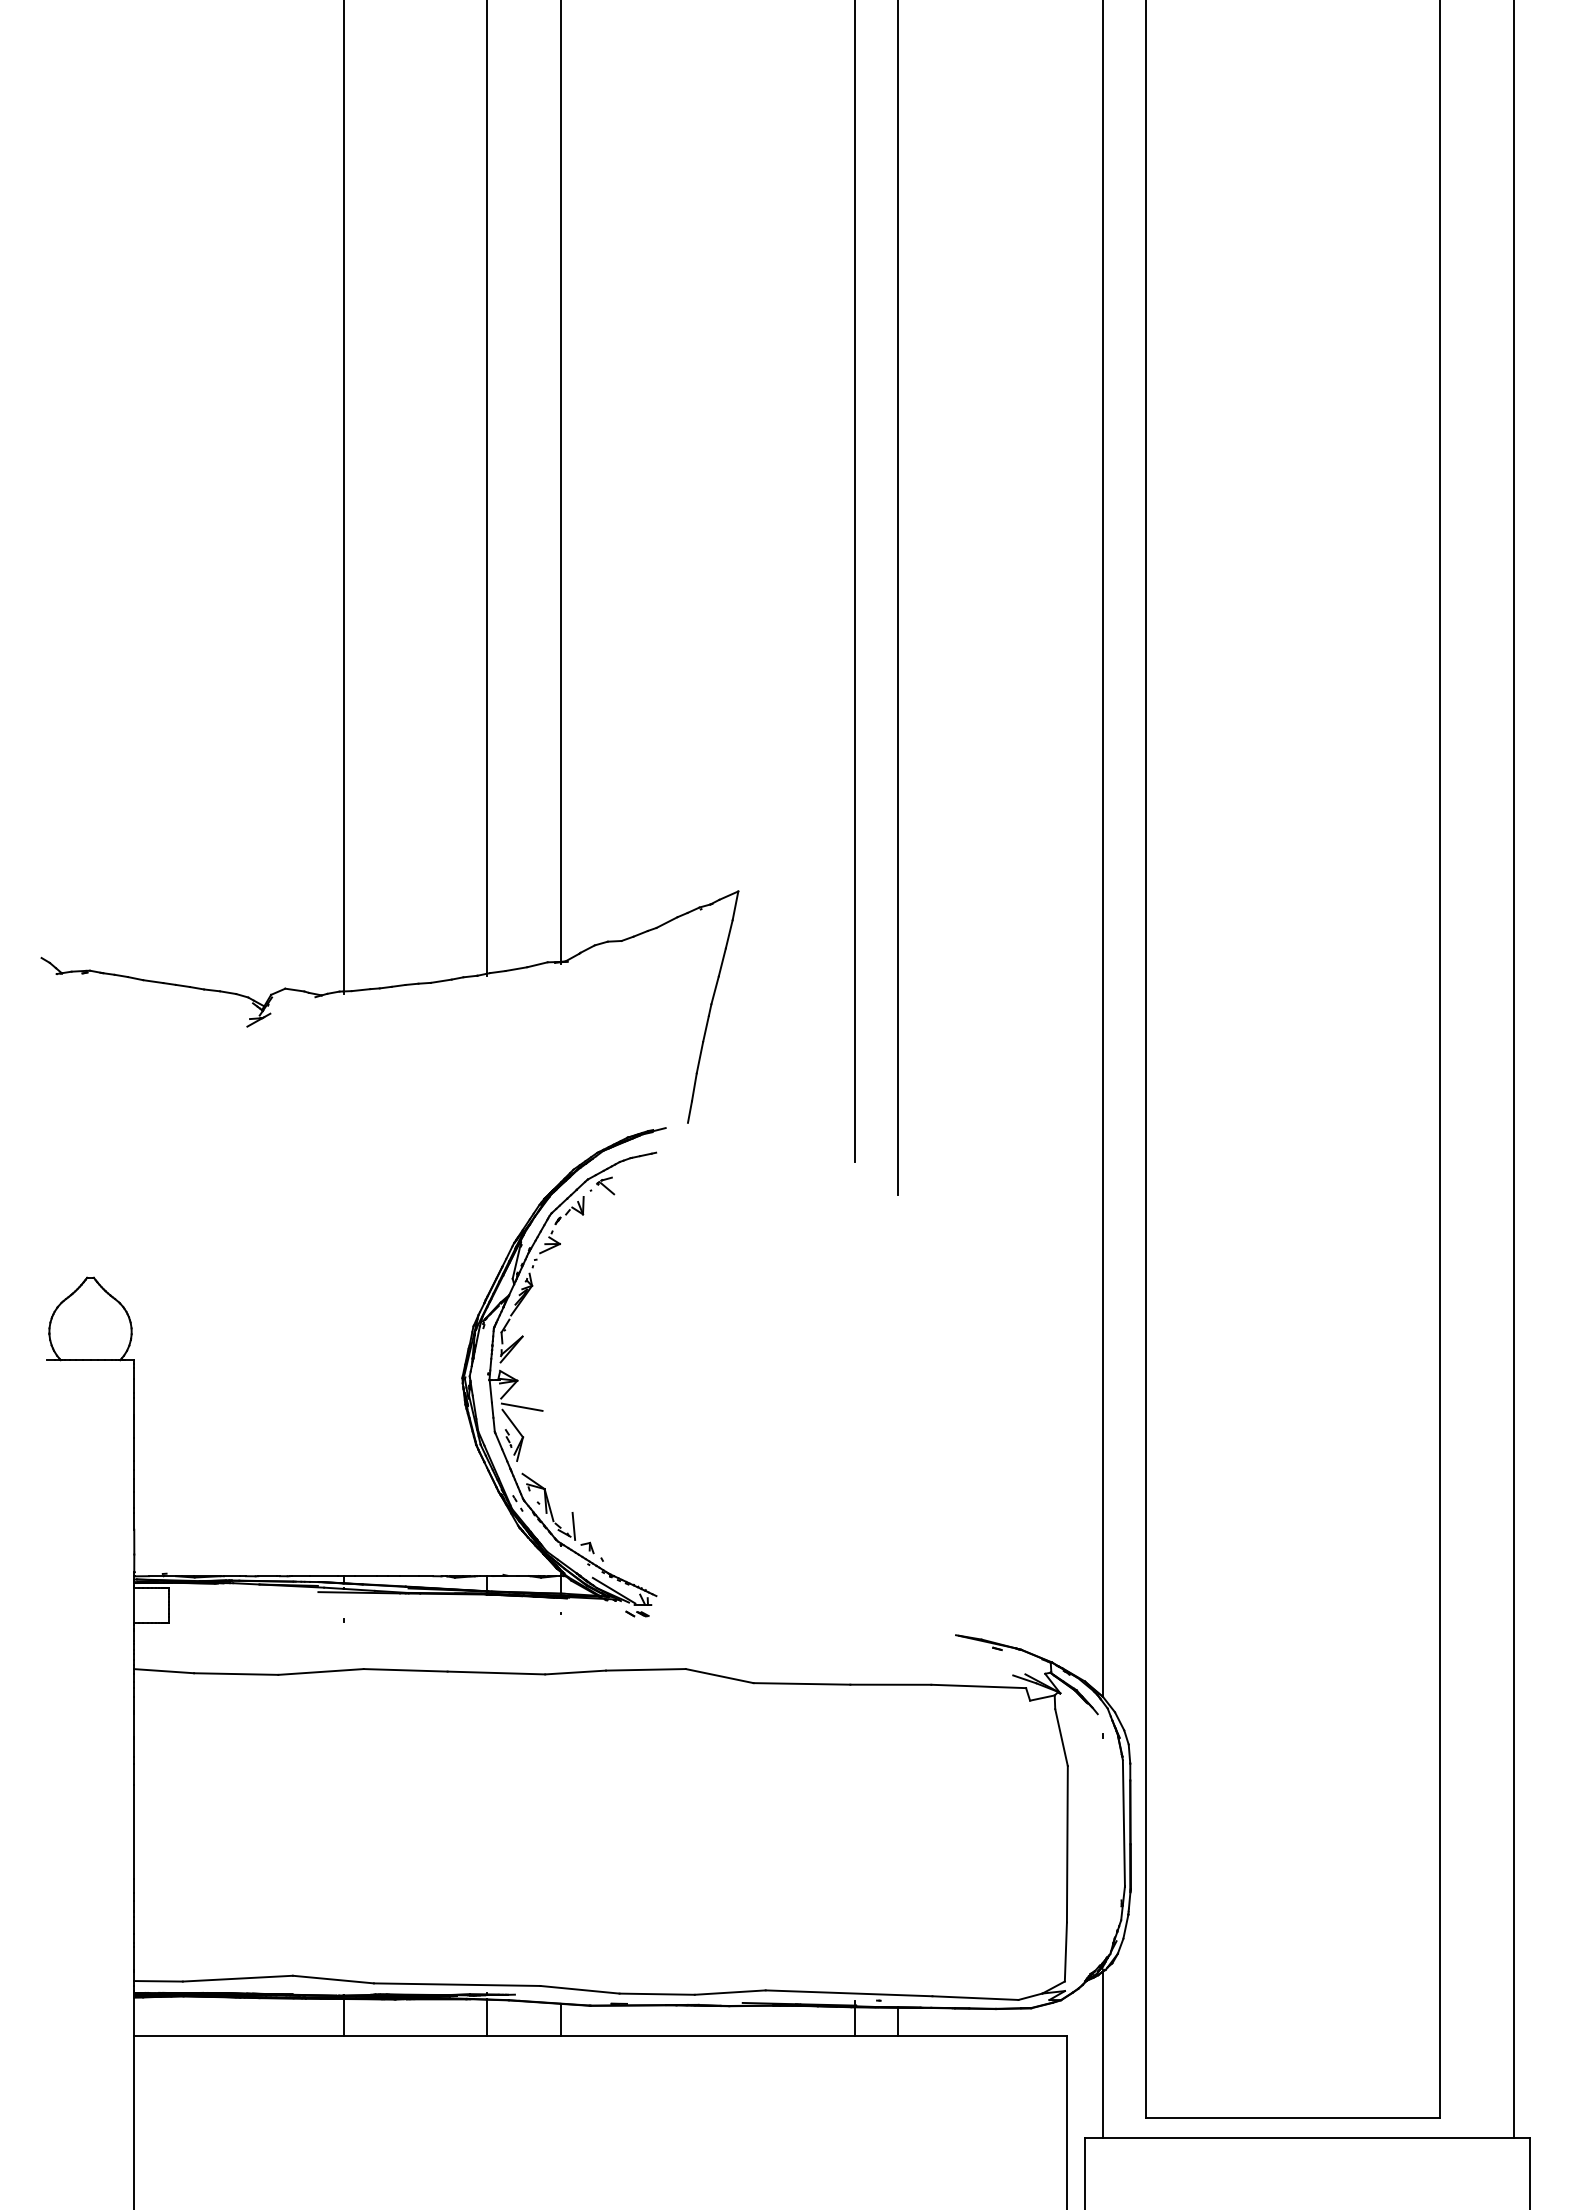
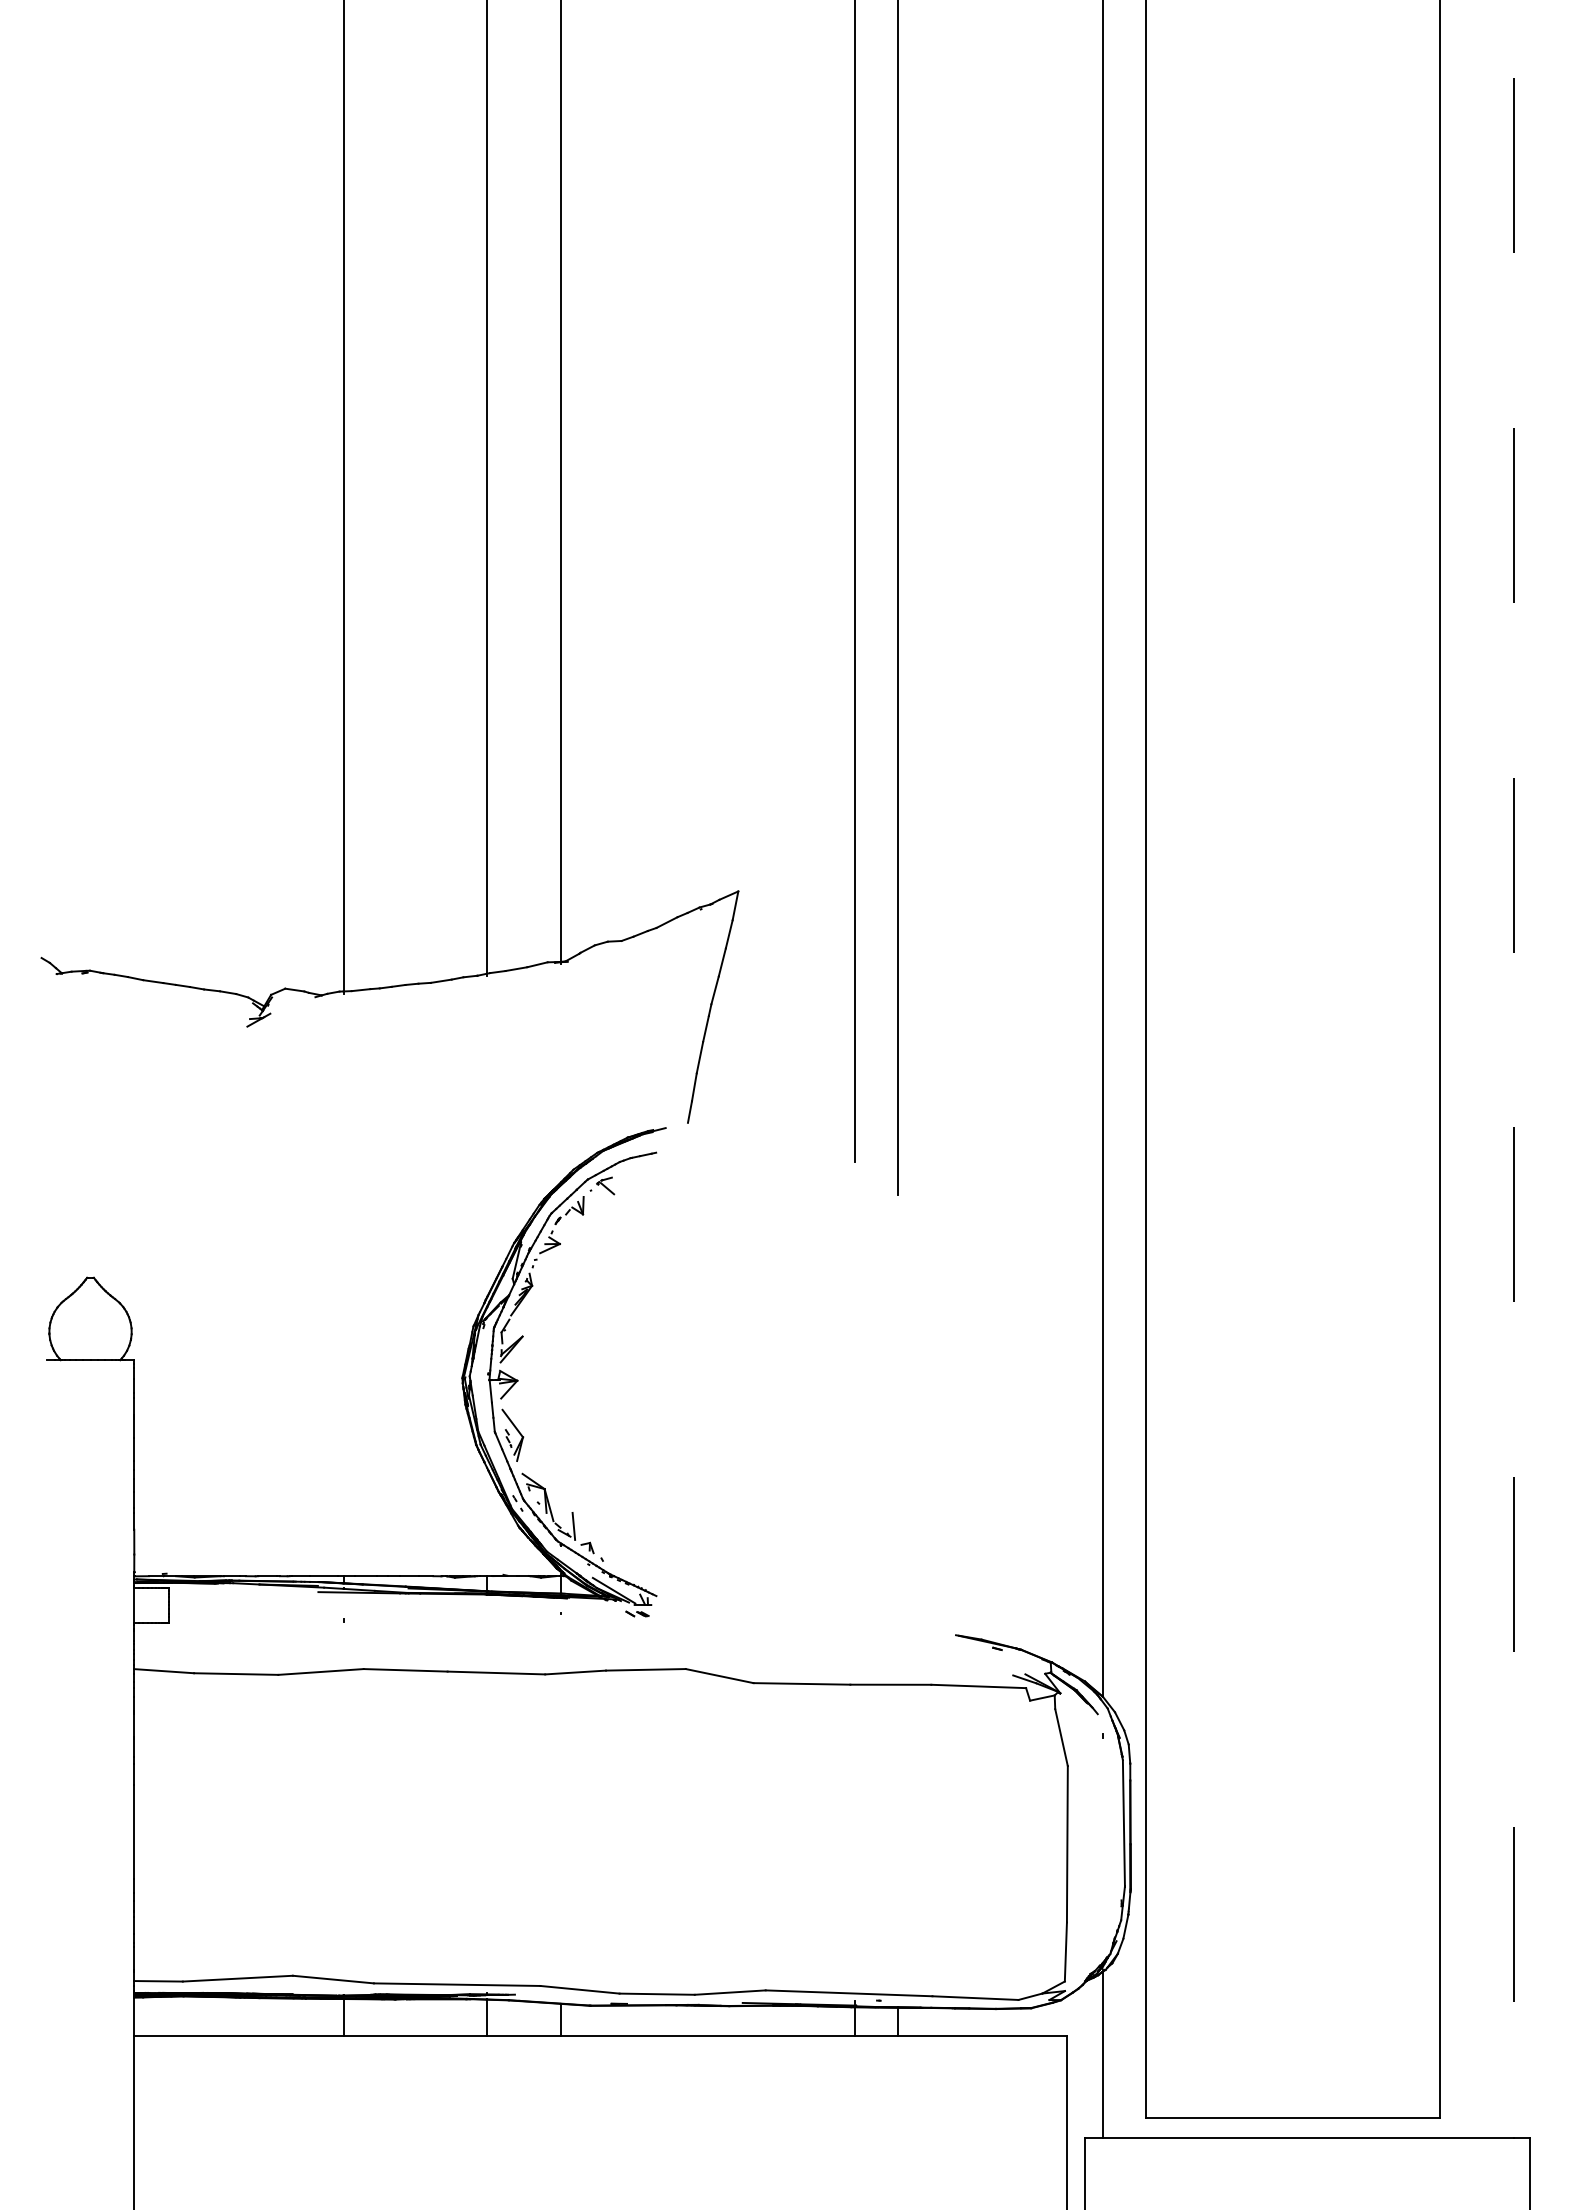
line at (1513, 1069): solid -> dashed
line at (521, 1406): present -> none
